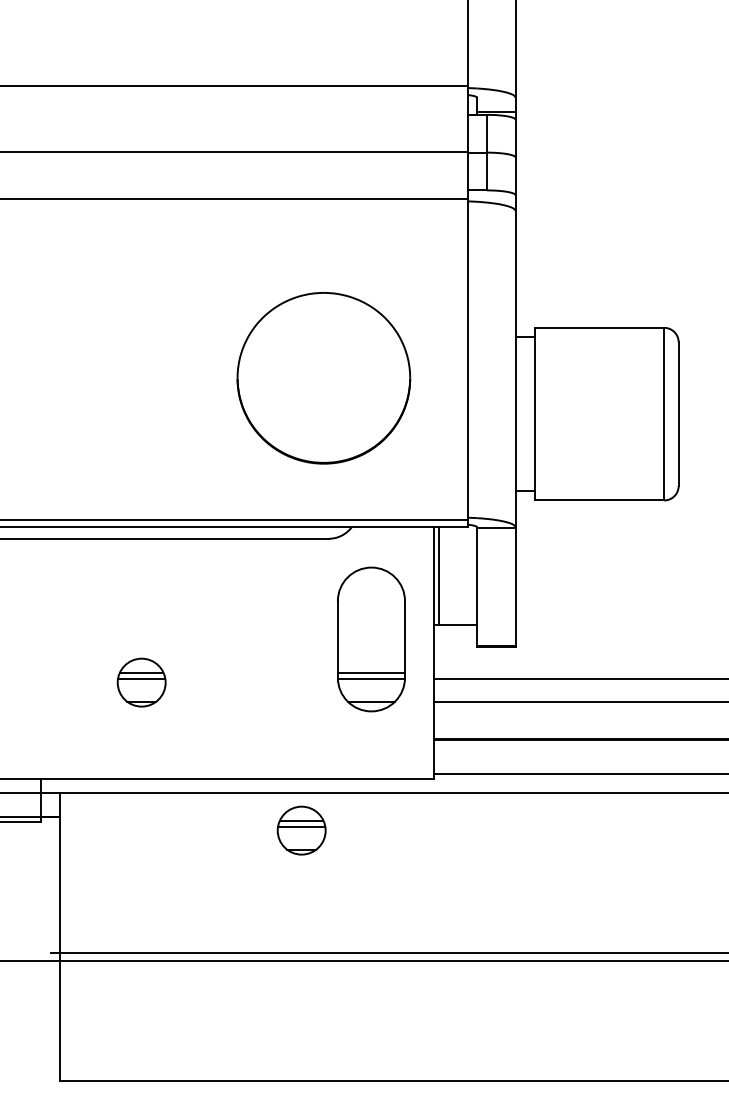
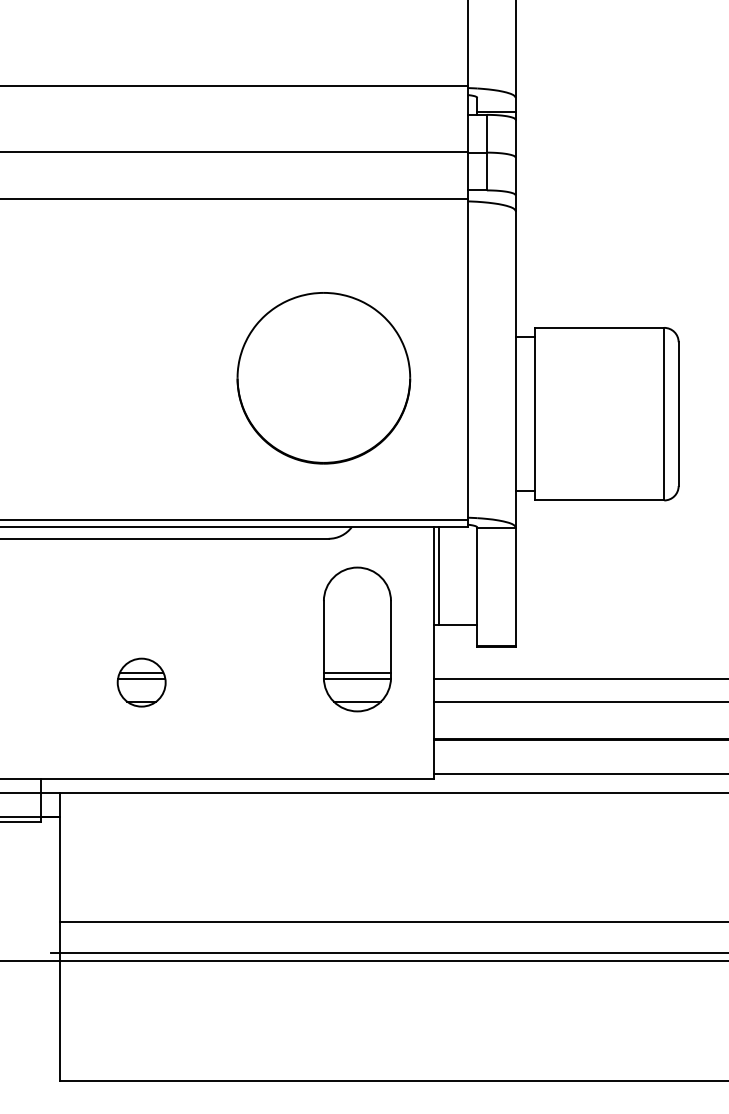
part at (371, 639) position: (371, 639) -> (357, 639)
part at (301, 830): present -> none
line at (392, 922): none -> present
